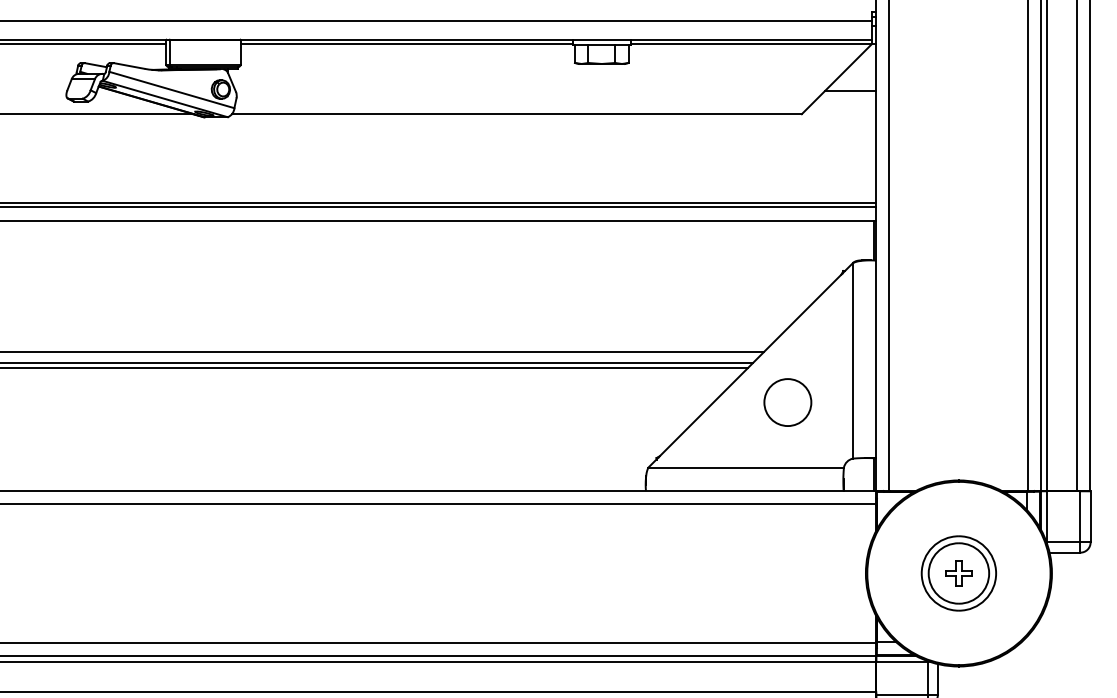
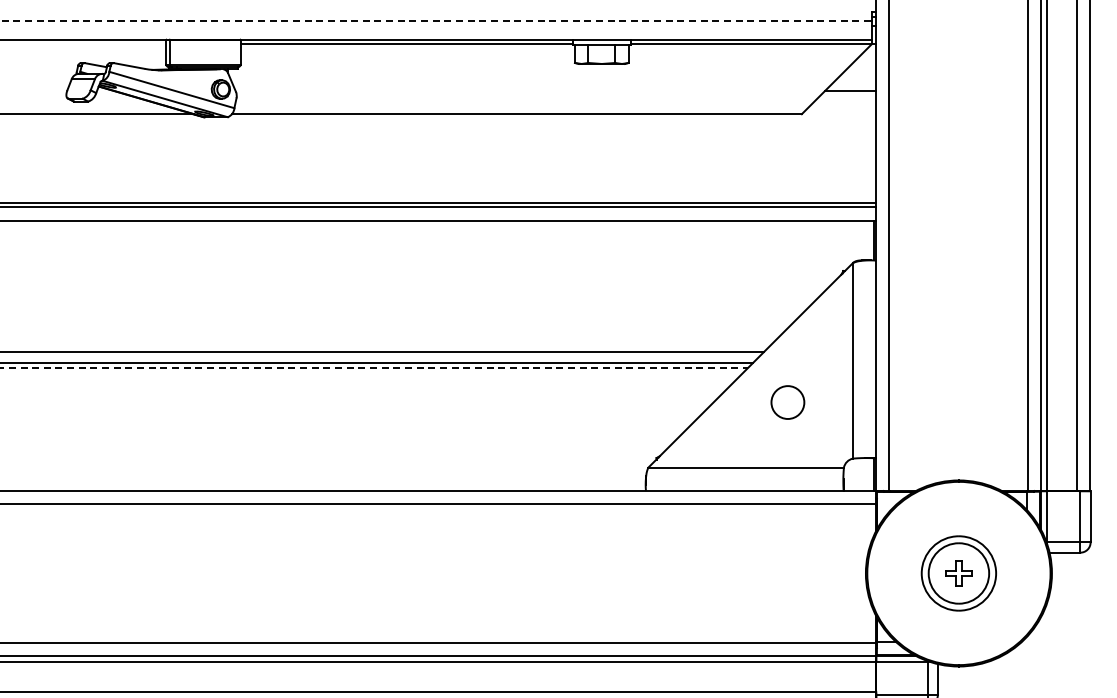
line at (436, 21): solid -> dashed
line at (84, 44): present -> none
line at (373, 368): solid -> dashed
circle at (787, 402) size: 50x49 px -> 36x35 px
